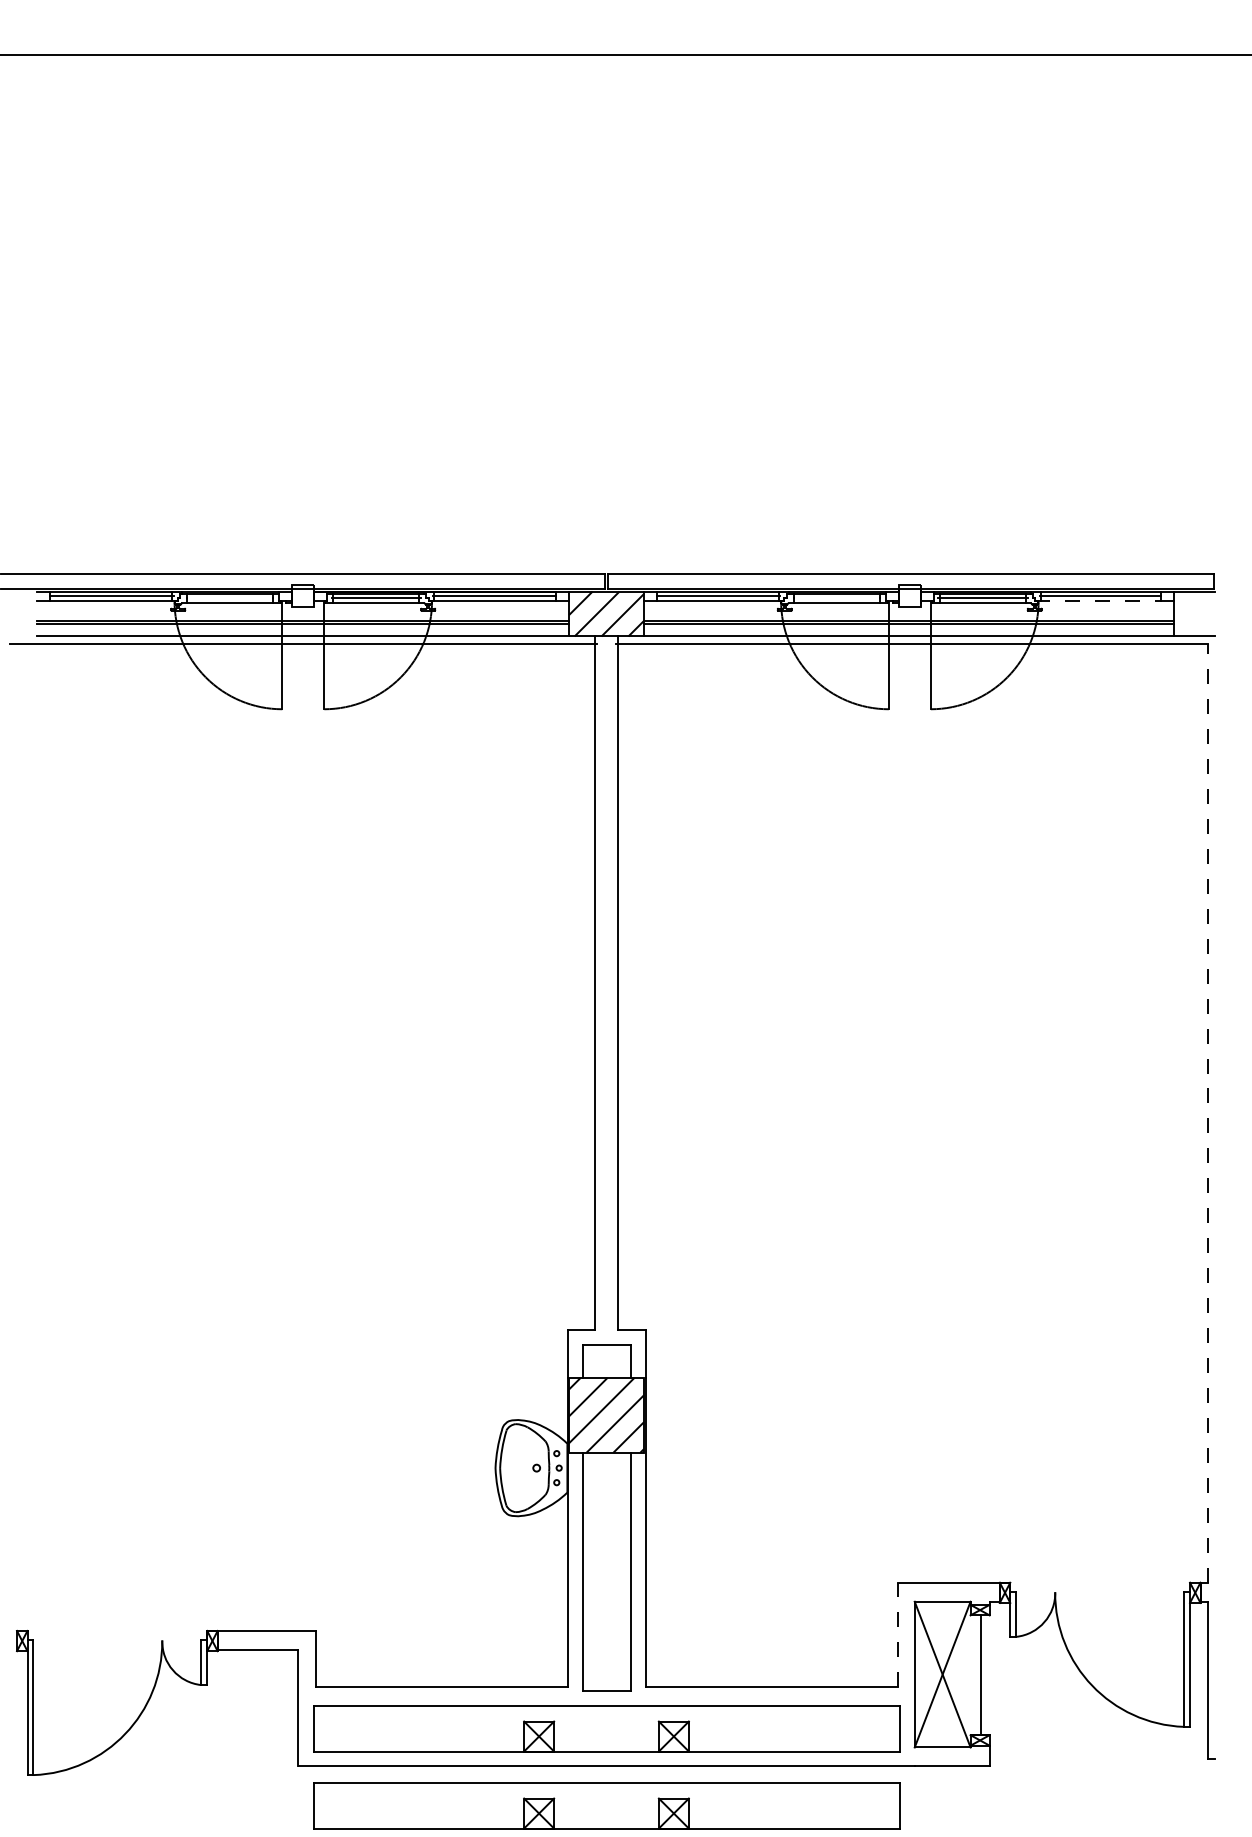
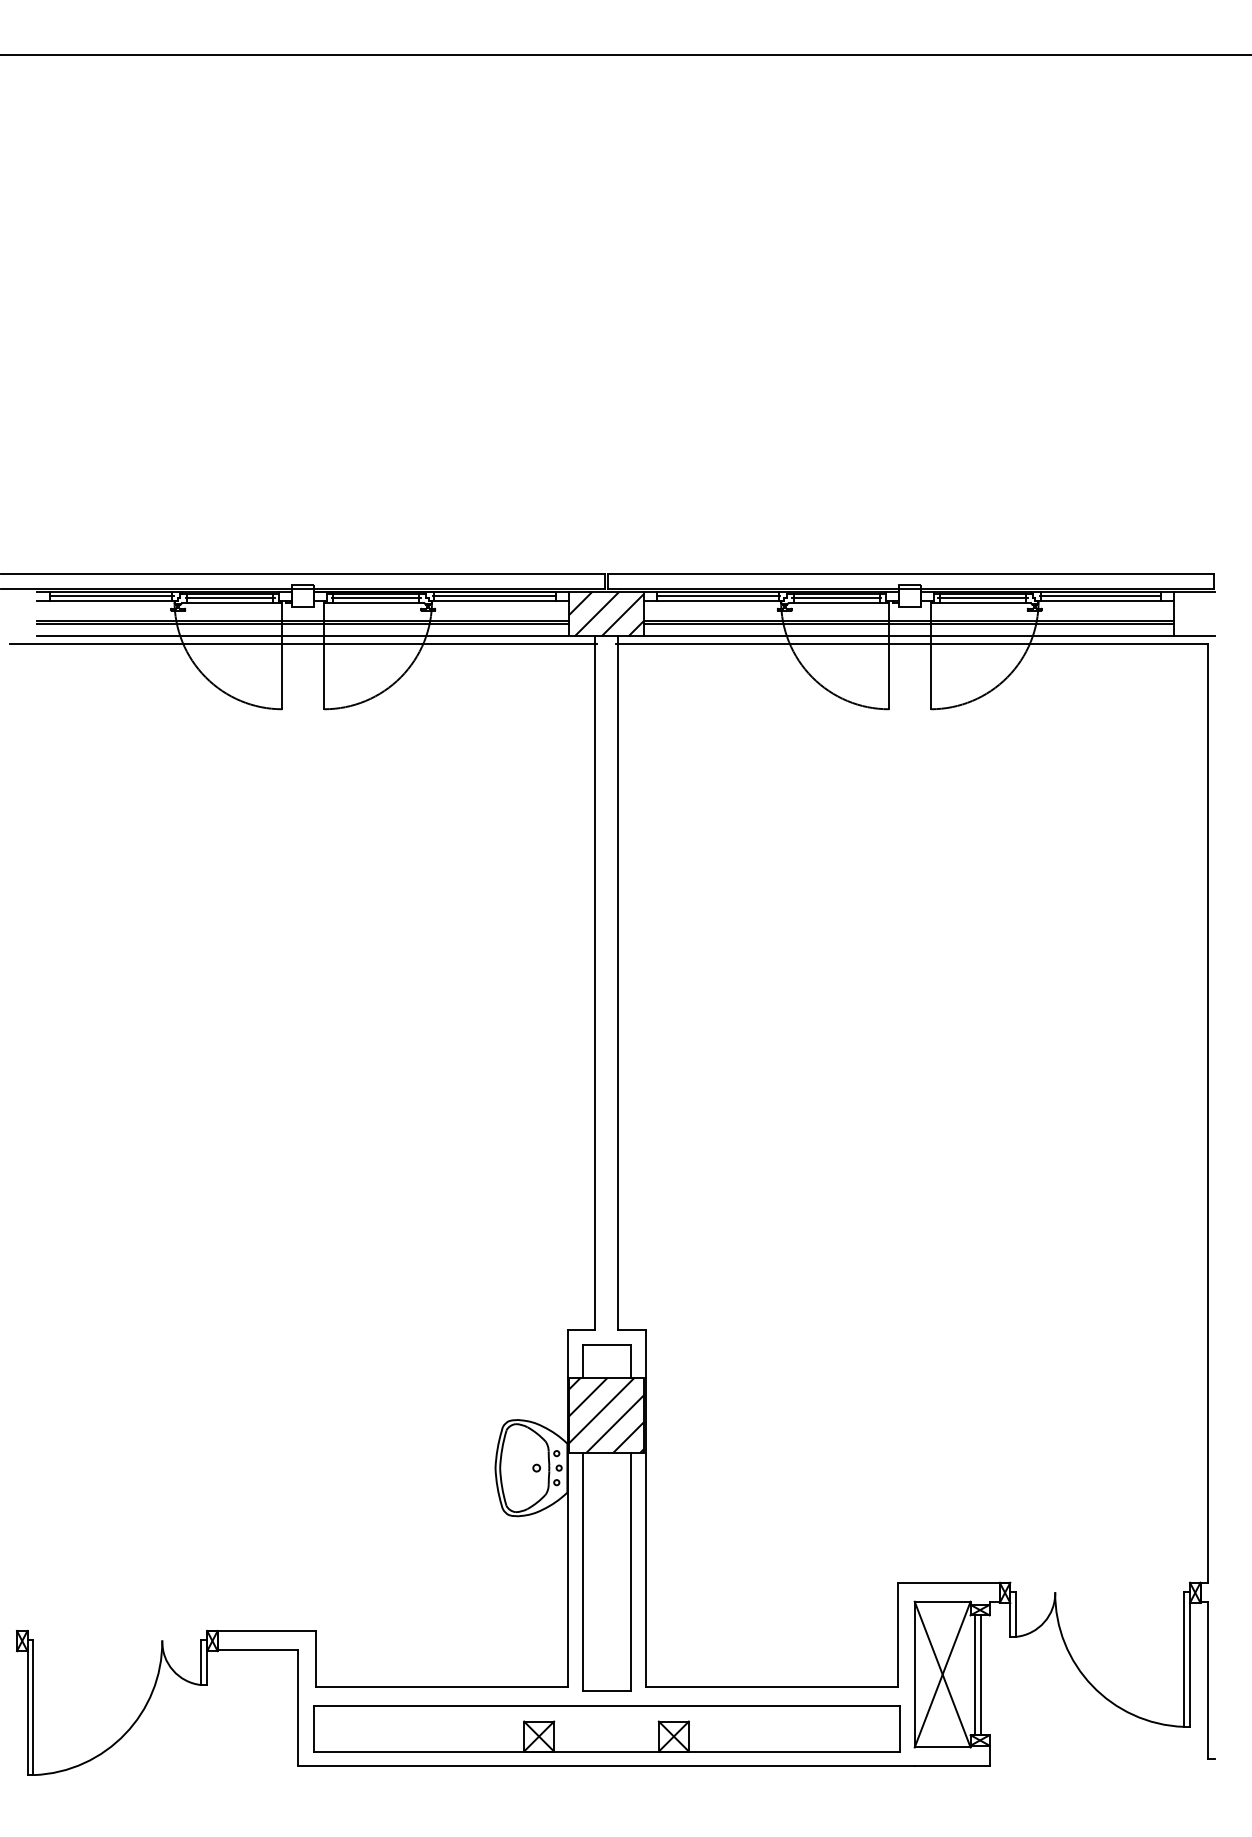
line at (229, 598): none -> present
line at (836, 598): none -> present
line at (1098, 600): dashed -> solid
line at (1207, 1112): dashed -> solid
line at (897, 1634): dashed -> solid
line at (974, 1675): none -> present
part at (606, 1805): present -> none
